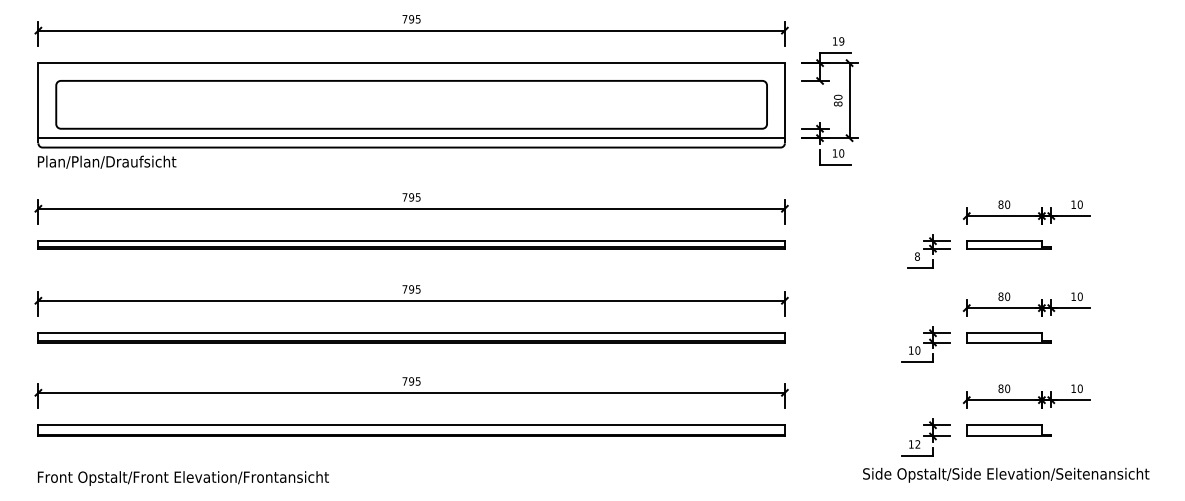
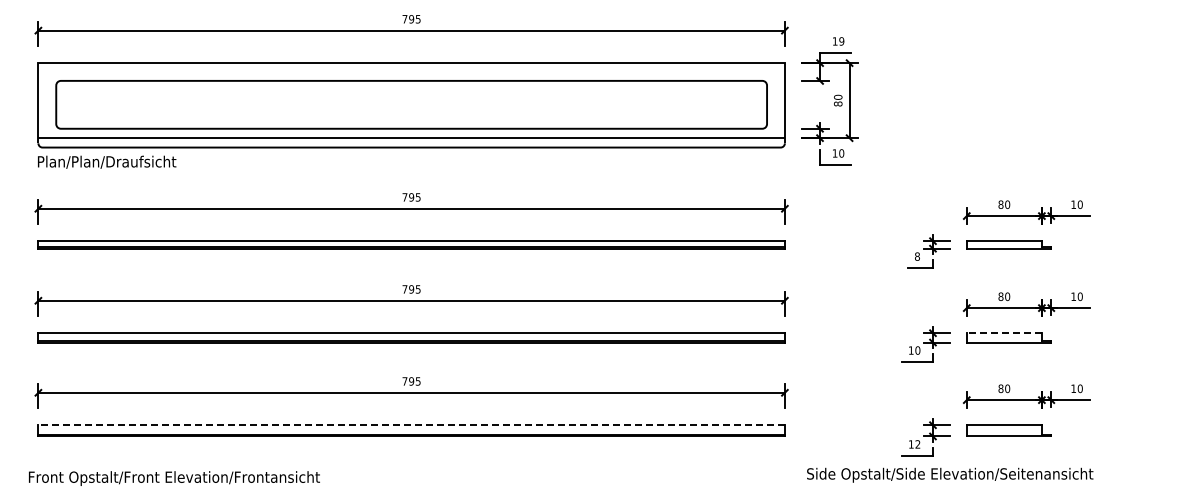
line at (1004, 333): solid -> dashed
line at (411, 425): solid -> dashed
text at (1006, 474) position: (1006, 474) -> (950, 474)
text at (183, 478) position: (183, 478) -> (174, 478)
